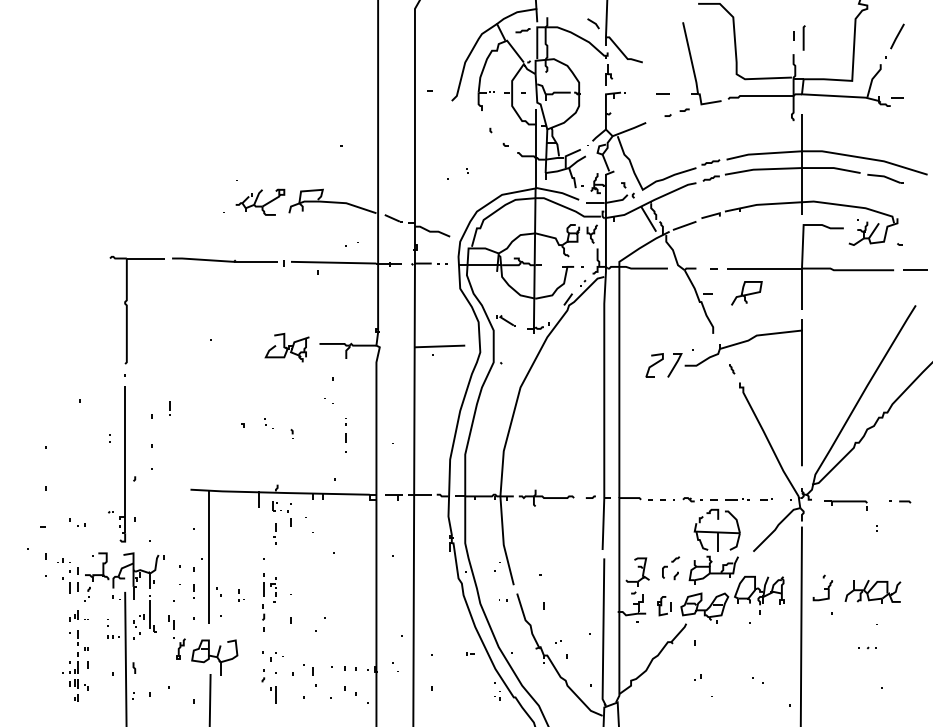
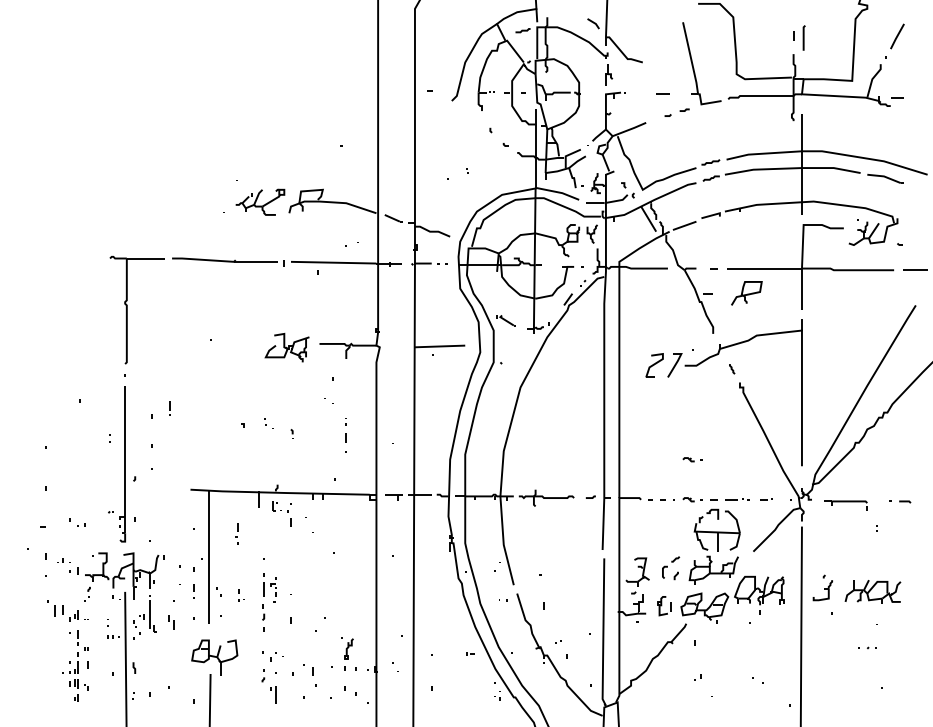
part at (692, 459): none -> present
part at (274, 533) position: (274, 533) -> (236, 533)
part at (70, 585) position: (70, 585) -> (55, 608)
part at (179, 648) position: (179, 648) -> (347, 648)
